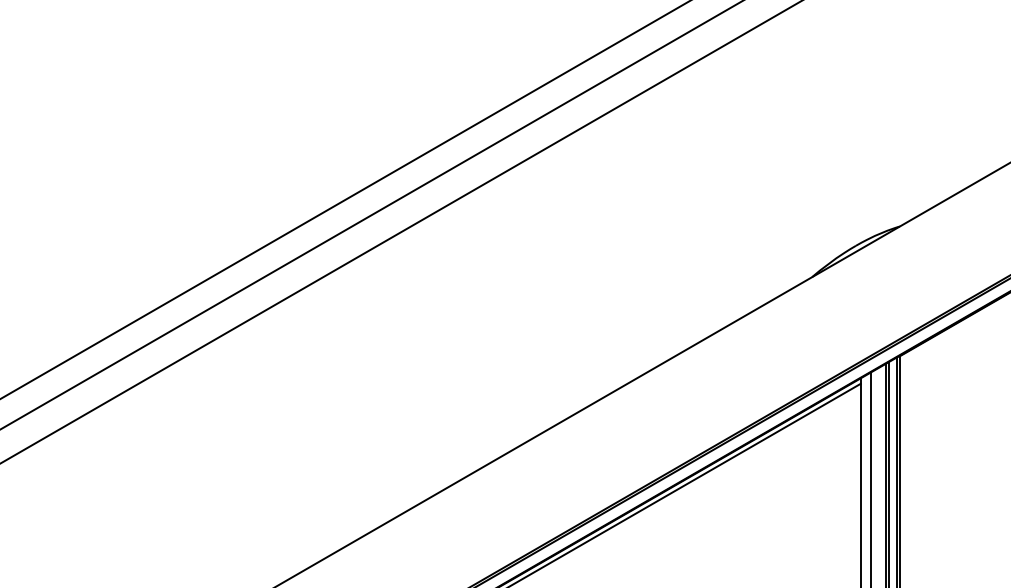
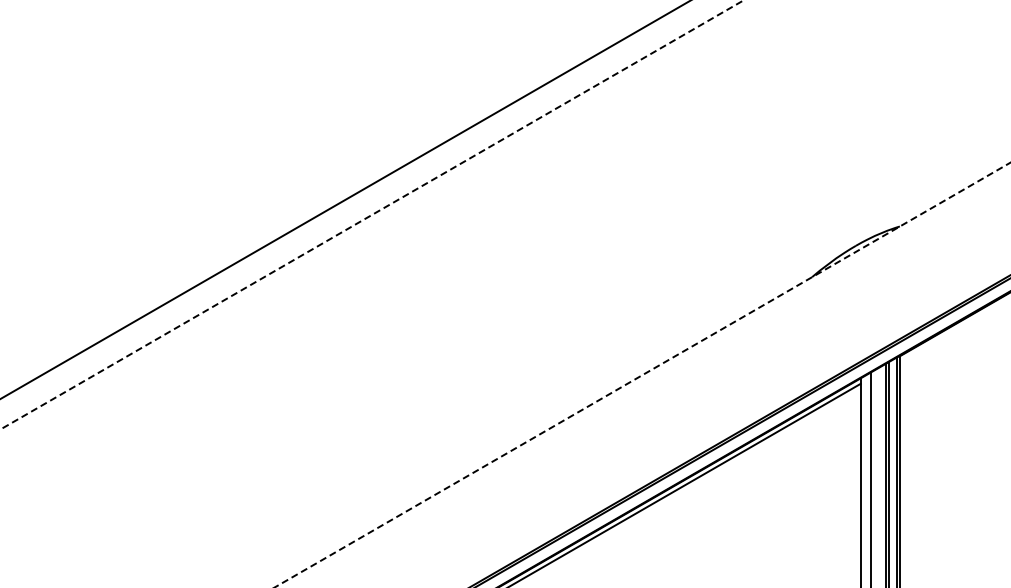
line at (372, 214): solid -> dashed
line at (400, 232): present -> none
line at (642, 375): solid -> dashed
